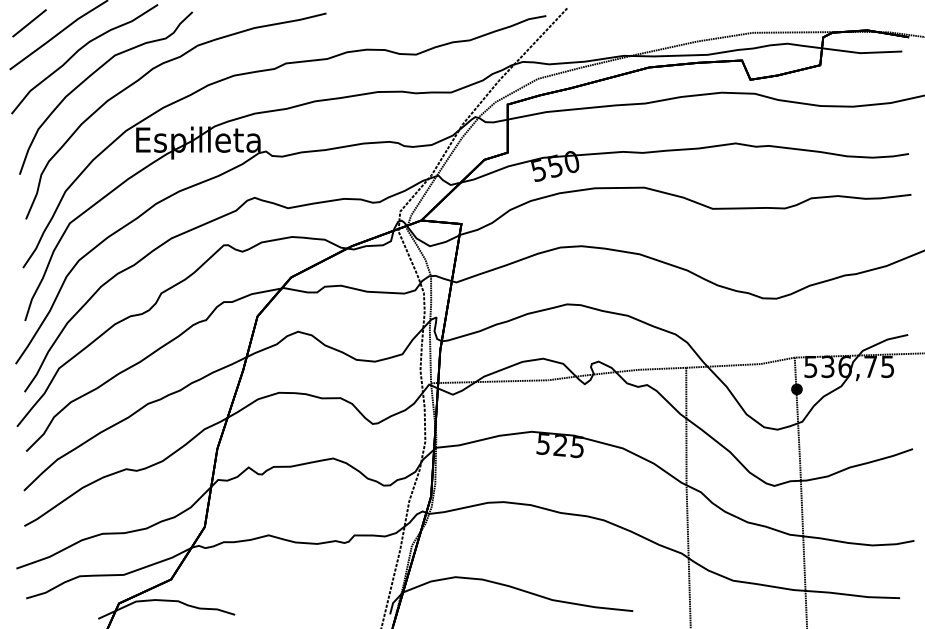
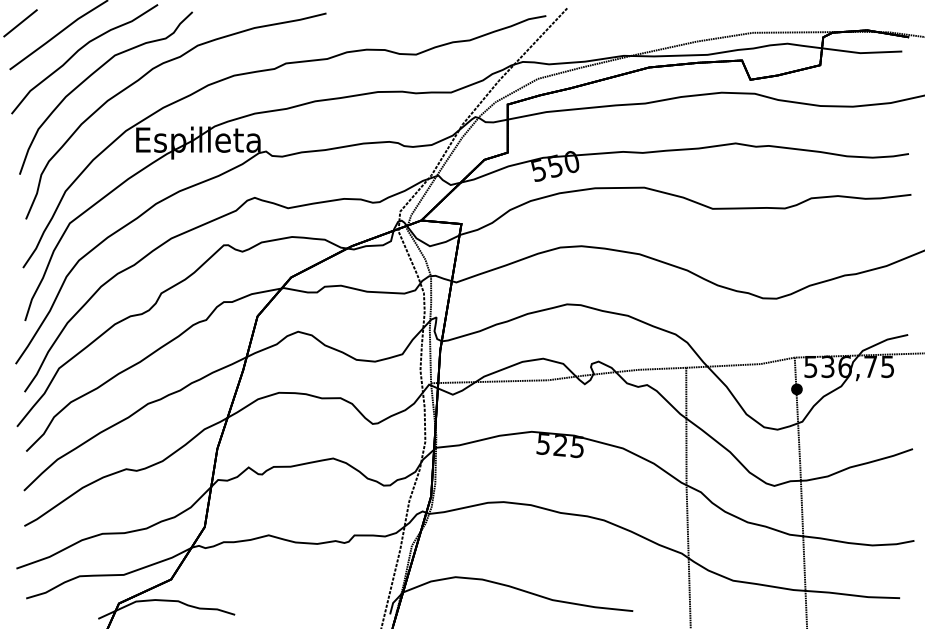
line at (29, 23) position: (29, 23) -> (20, 23)
